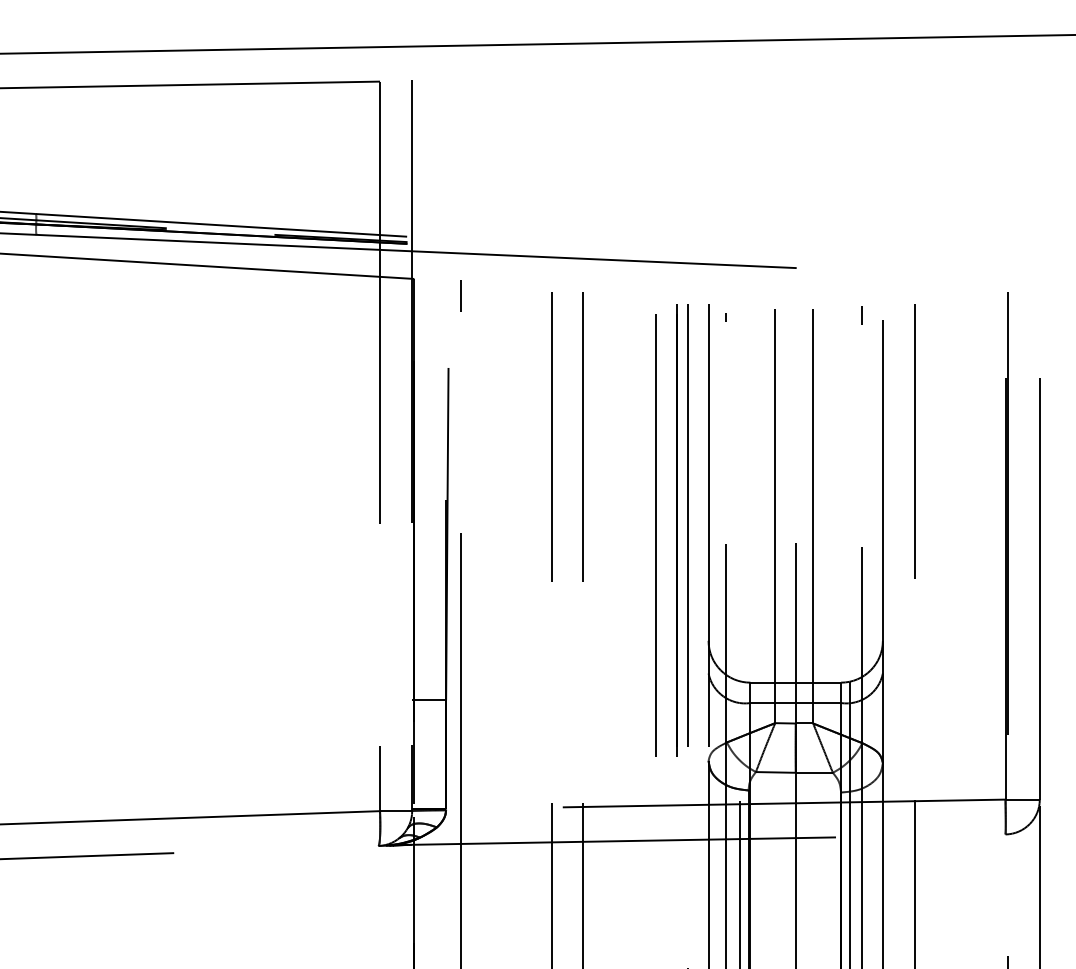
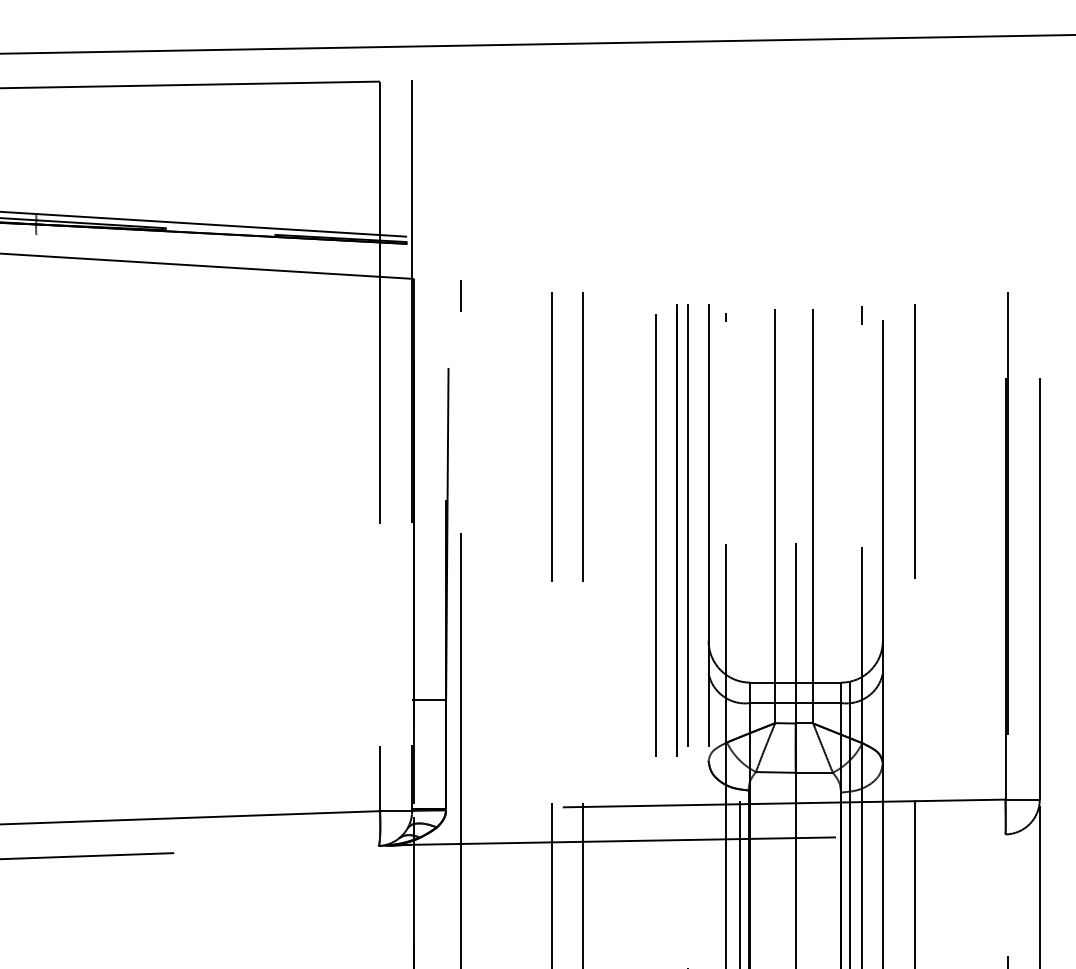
line at (398, 250): present -> none
line at (708, 862): present -> none
